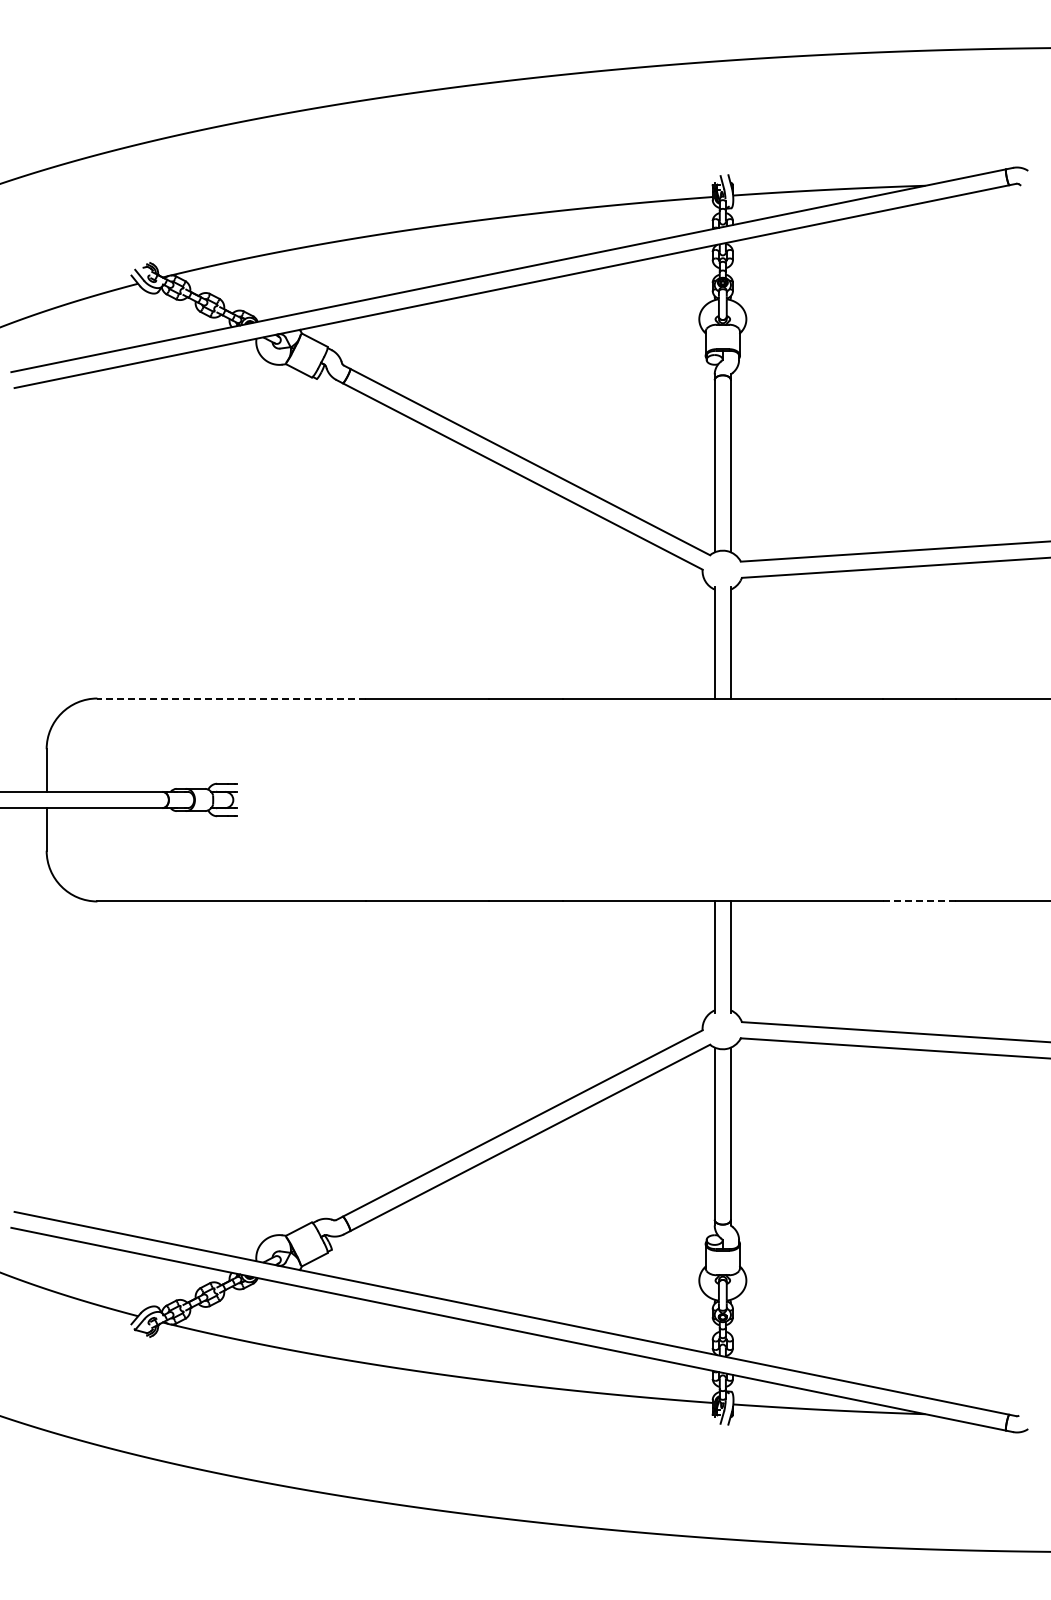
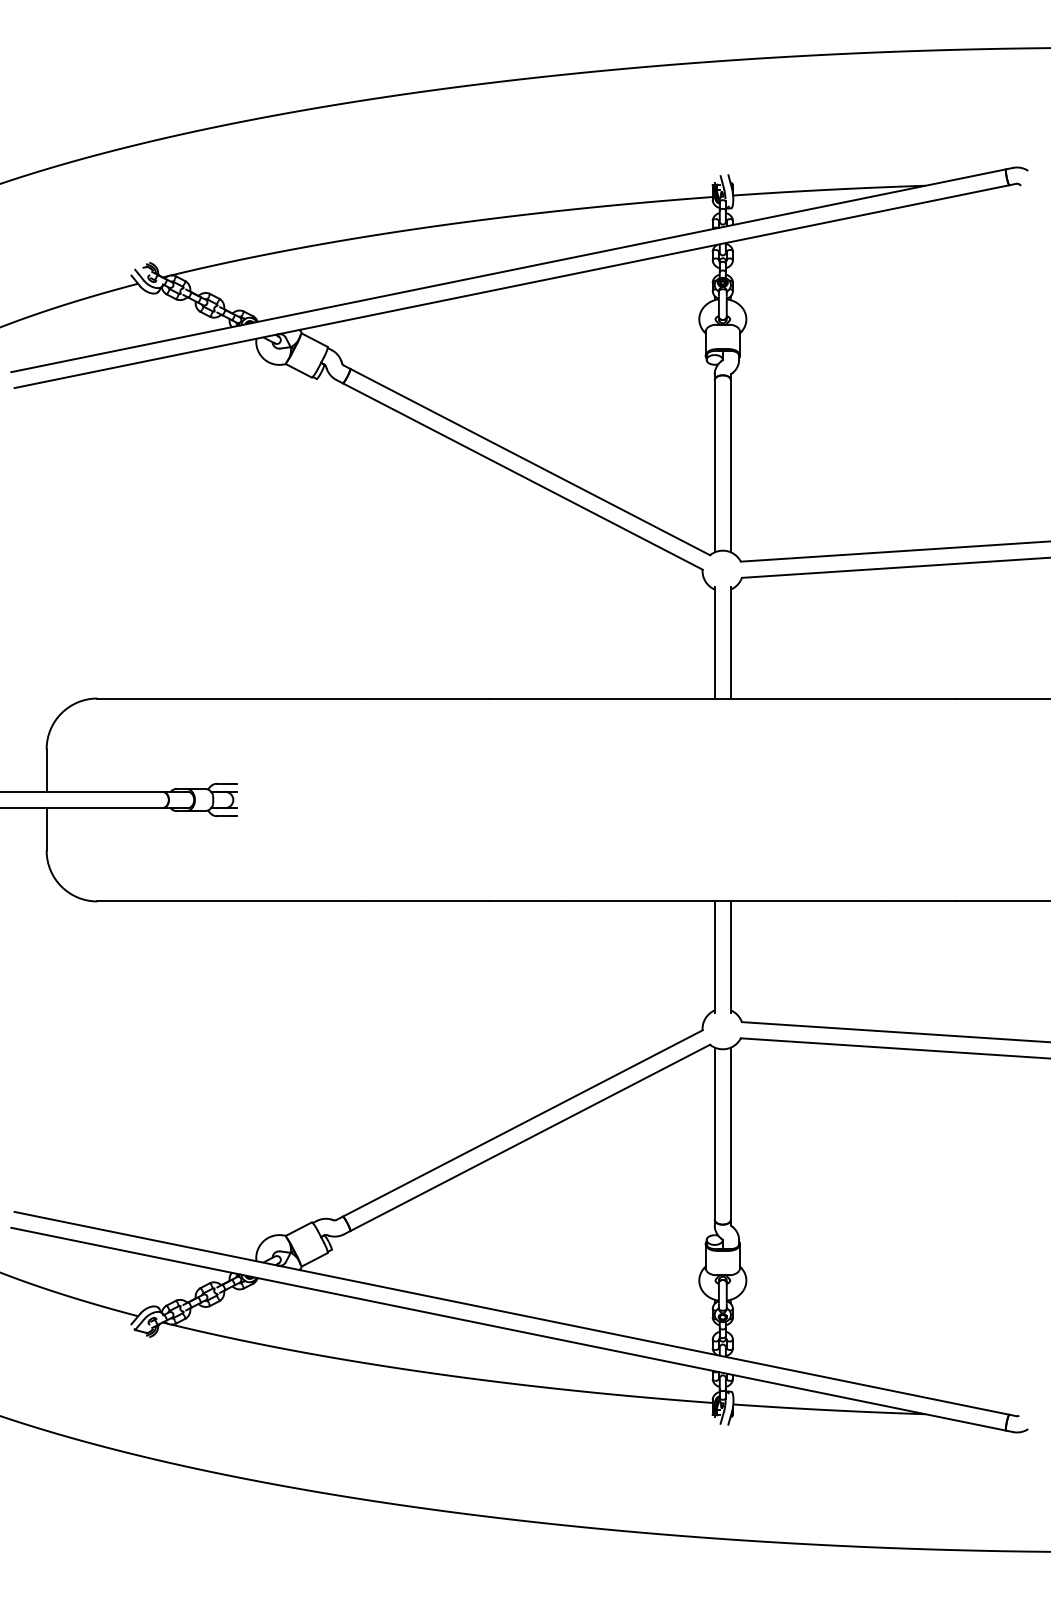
line at (231, 698): dashed -> solid
line at (919, 901): dashed -> solid
